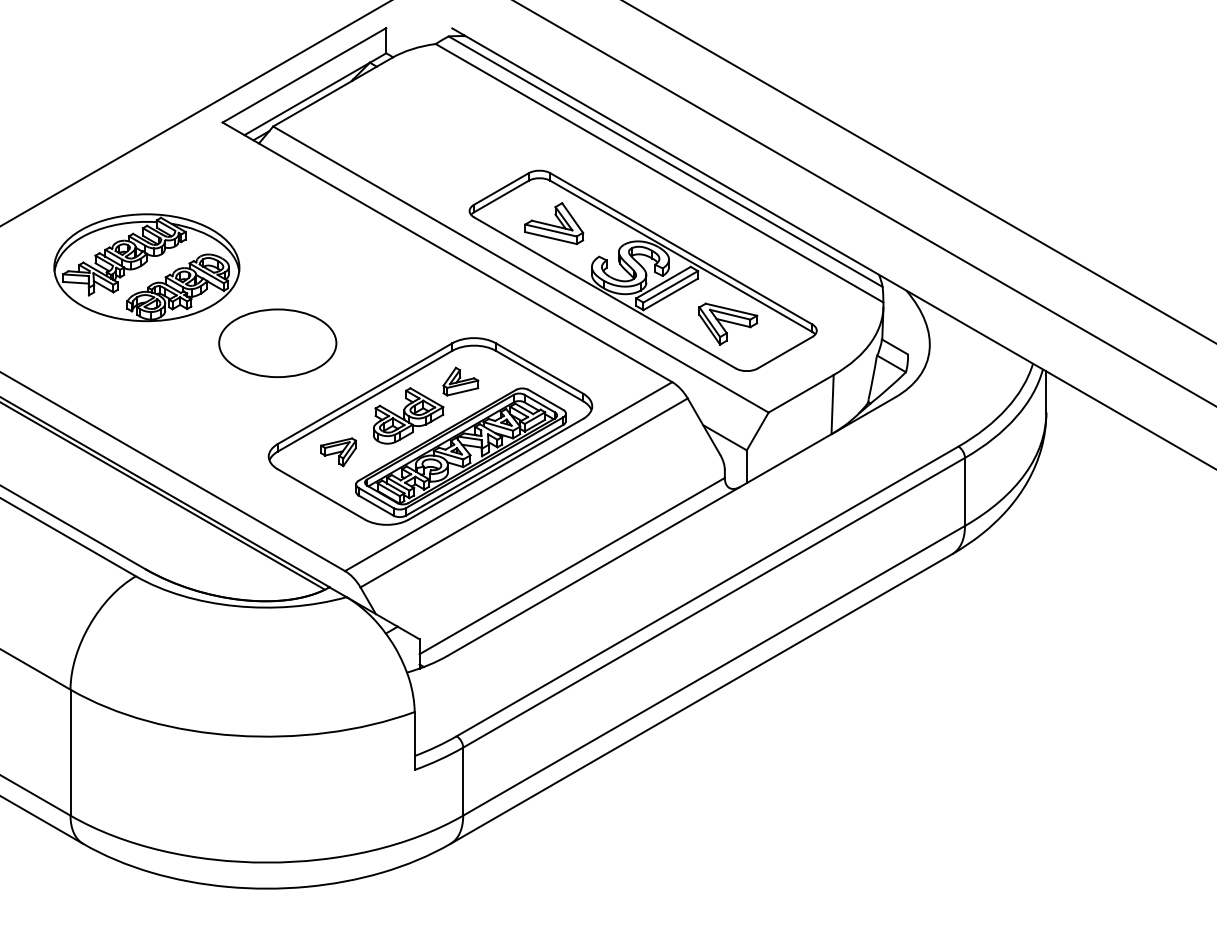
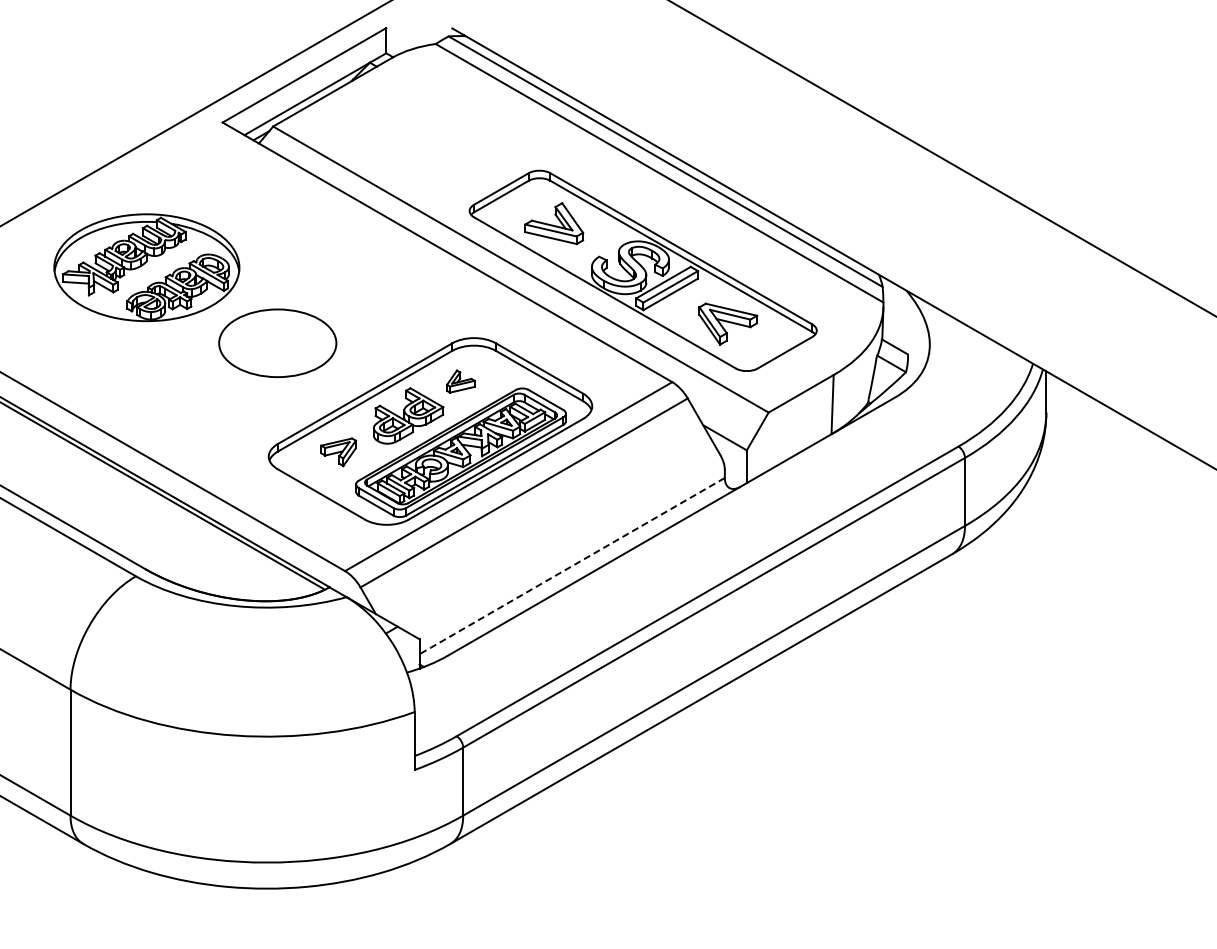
line at (919, 171) position: (919, 171) -> (942, 158)
line at (864, 203): present -> none
part at (460, 381) size: 38x31 px -> 30x25 px
line at (571, 566): solid -> dashed
